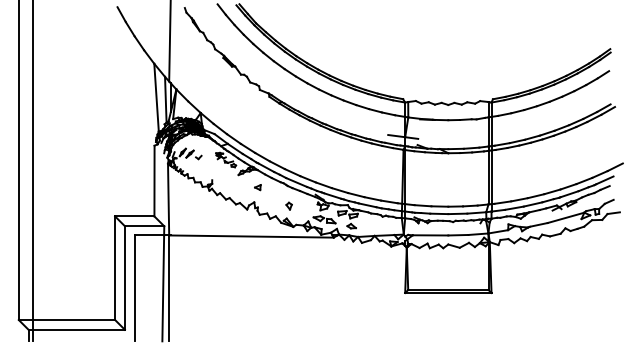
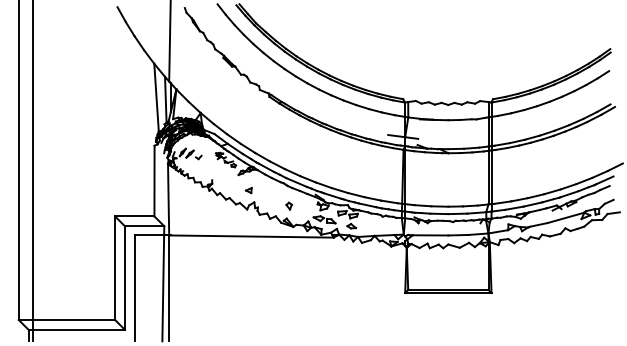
part at (257, 187) position: (257, 187) -> (248, 190)
